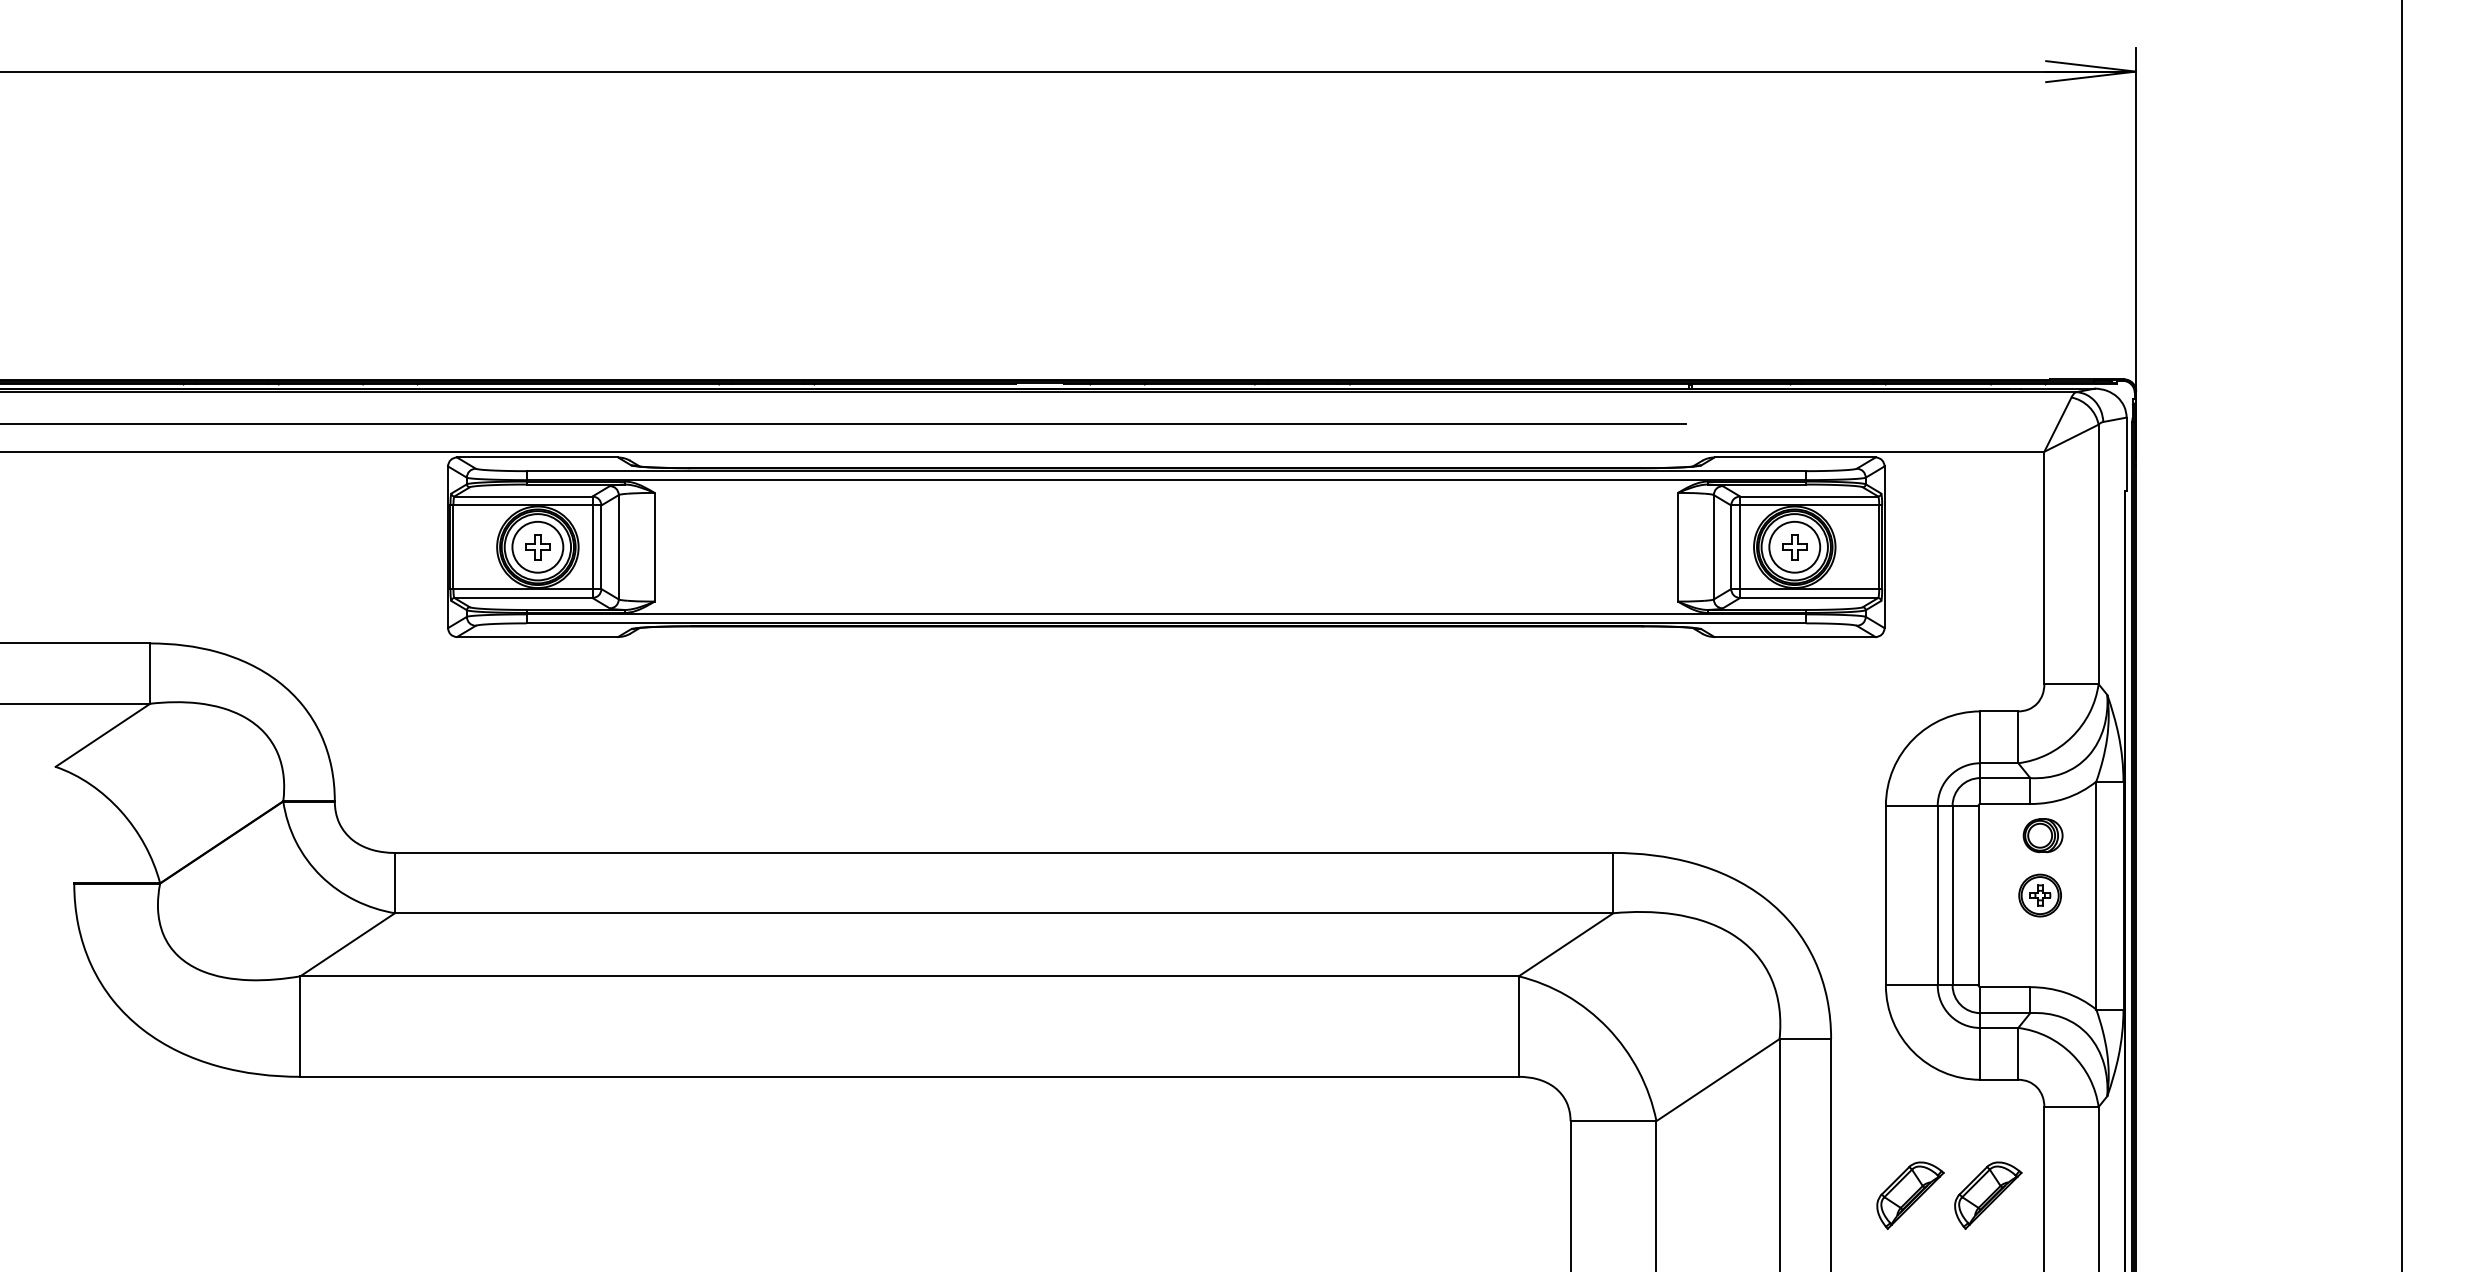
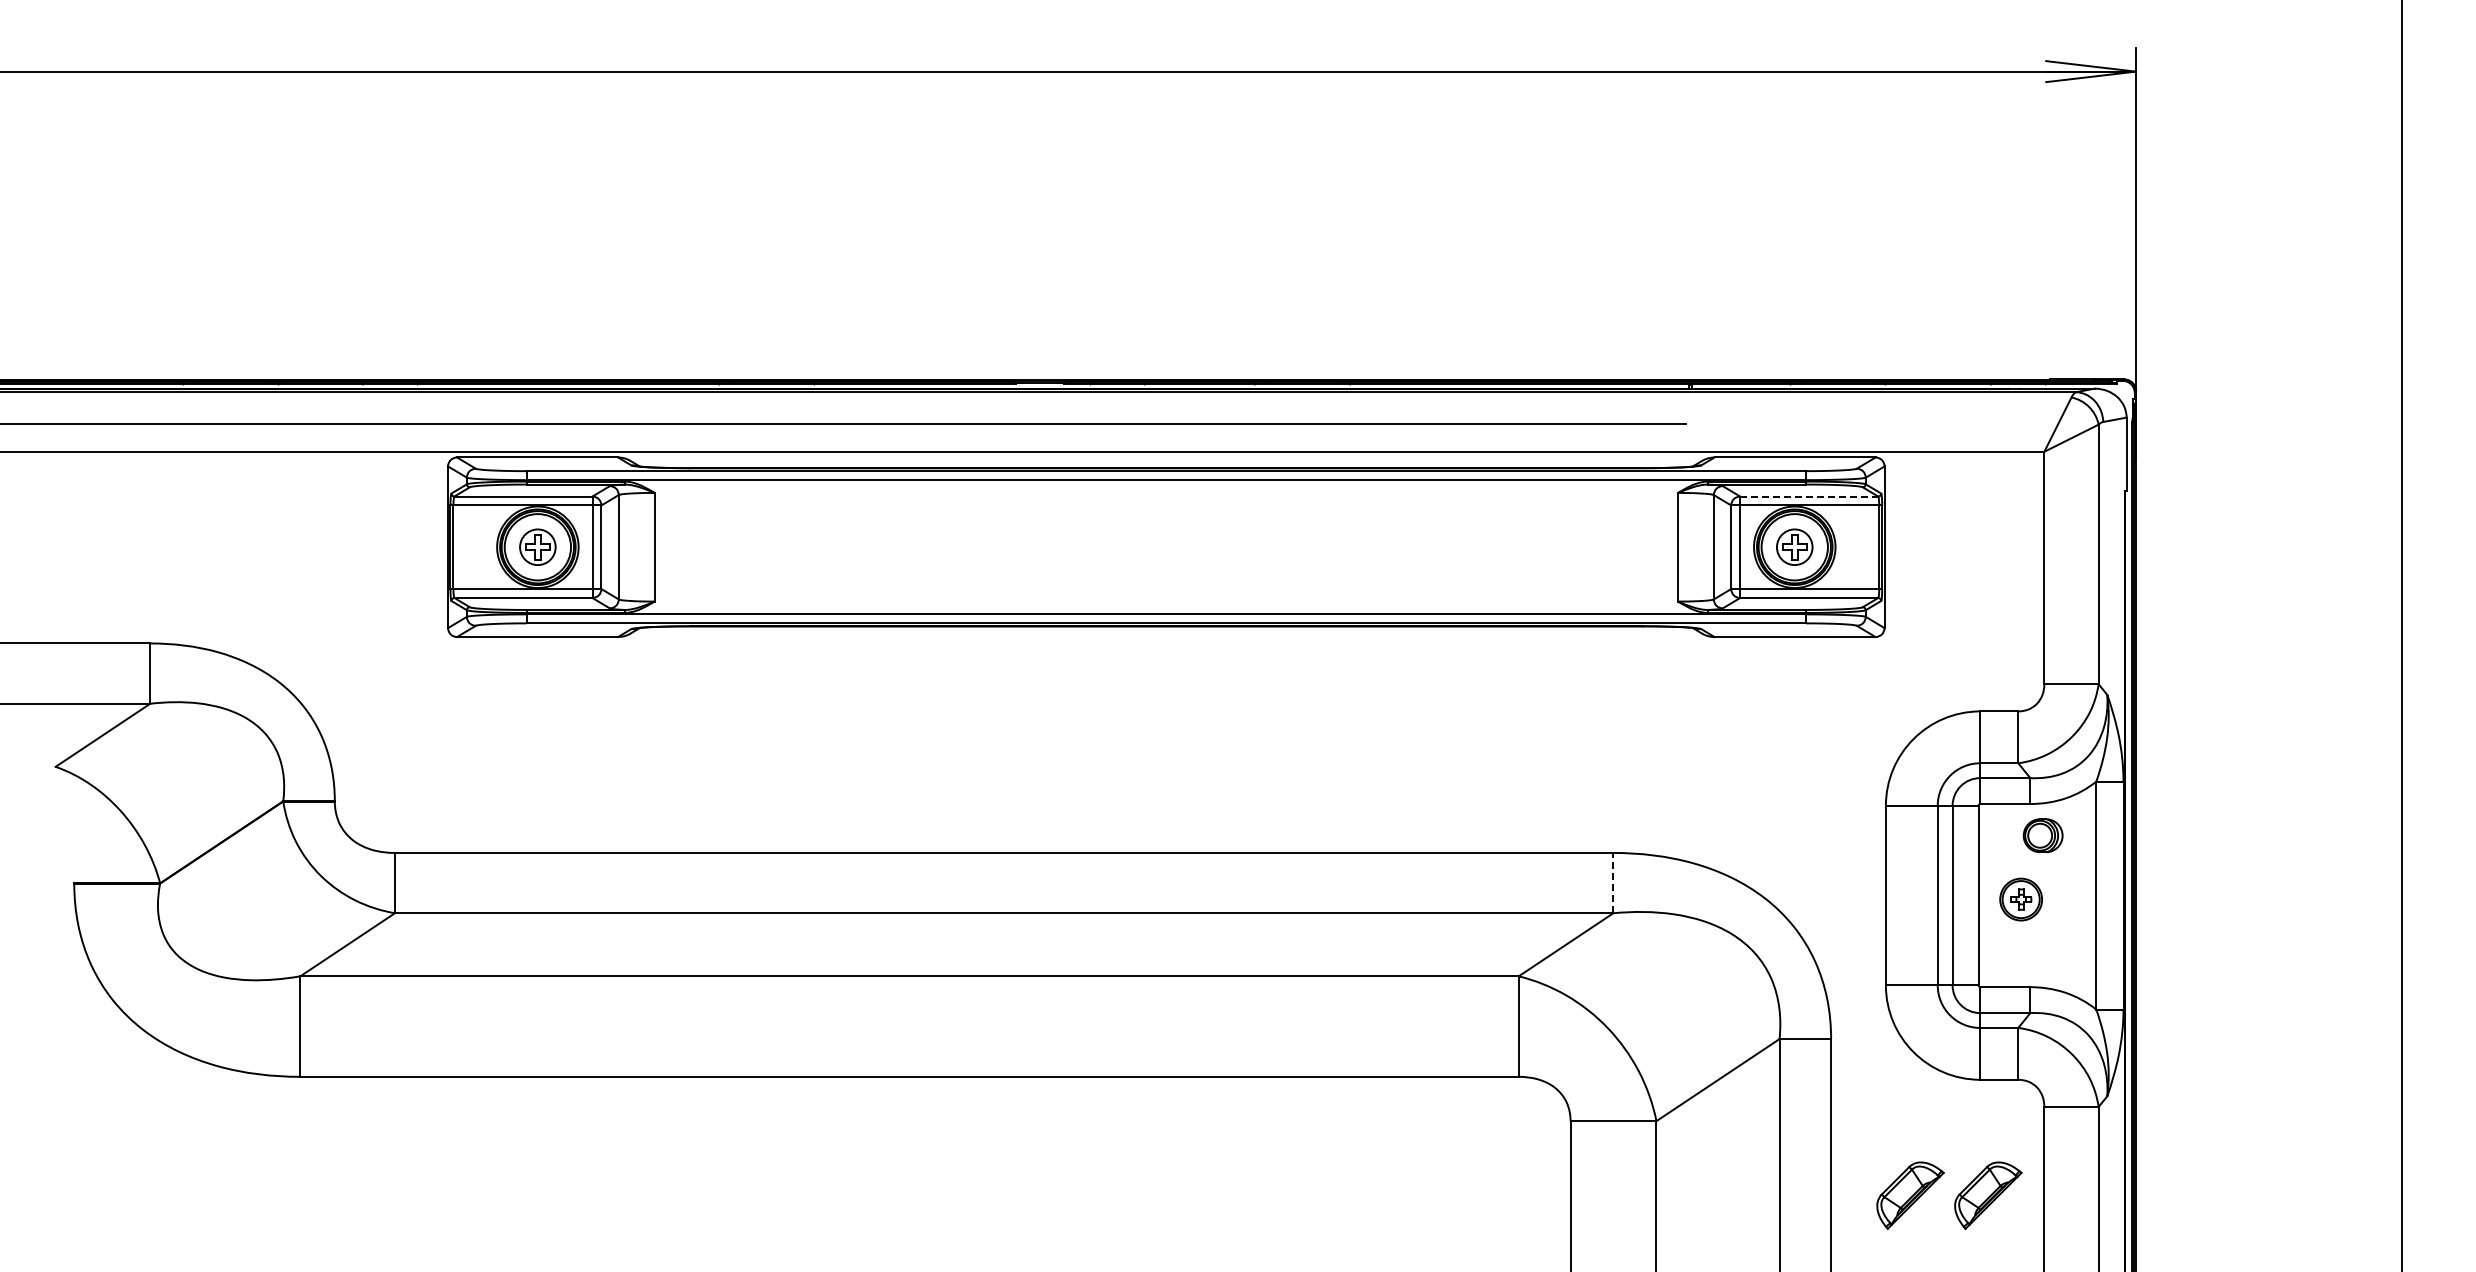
line at (1809, 496): solid -> dashed
circle at (537, 546) diameter: 51 px -> 36 px
circle at (1794, 546) diameter: 51 px -> 36 px
line at (1613, 882): solid -> dashed
part at (2039, 895) position: (2039, 895) -> (2020, 899)
